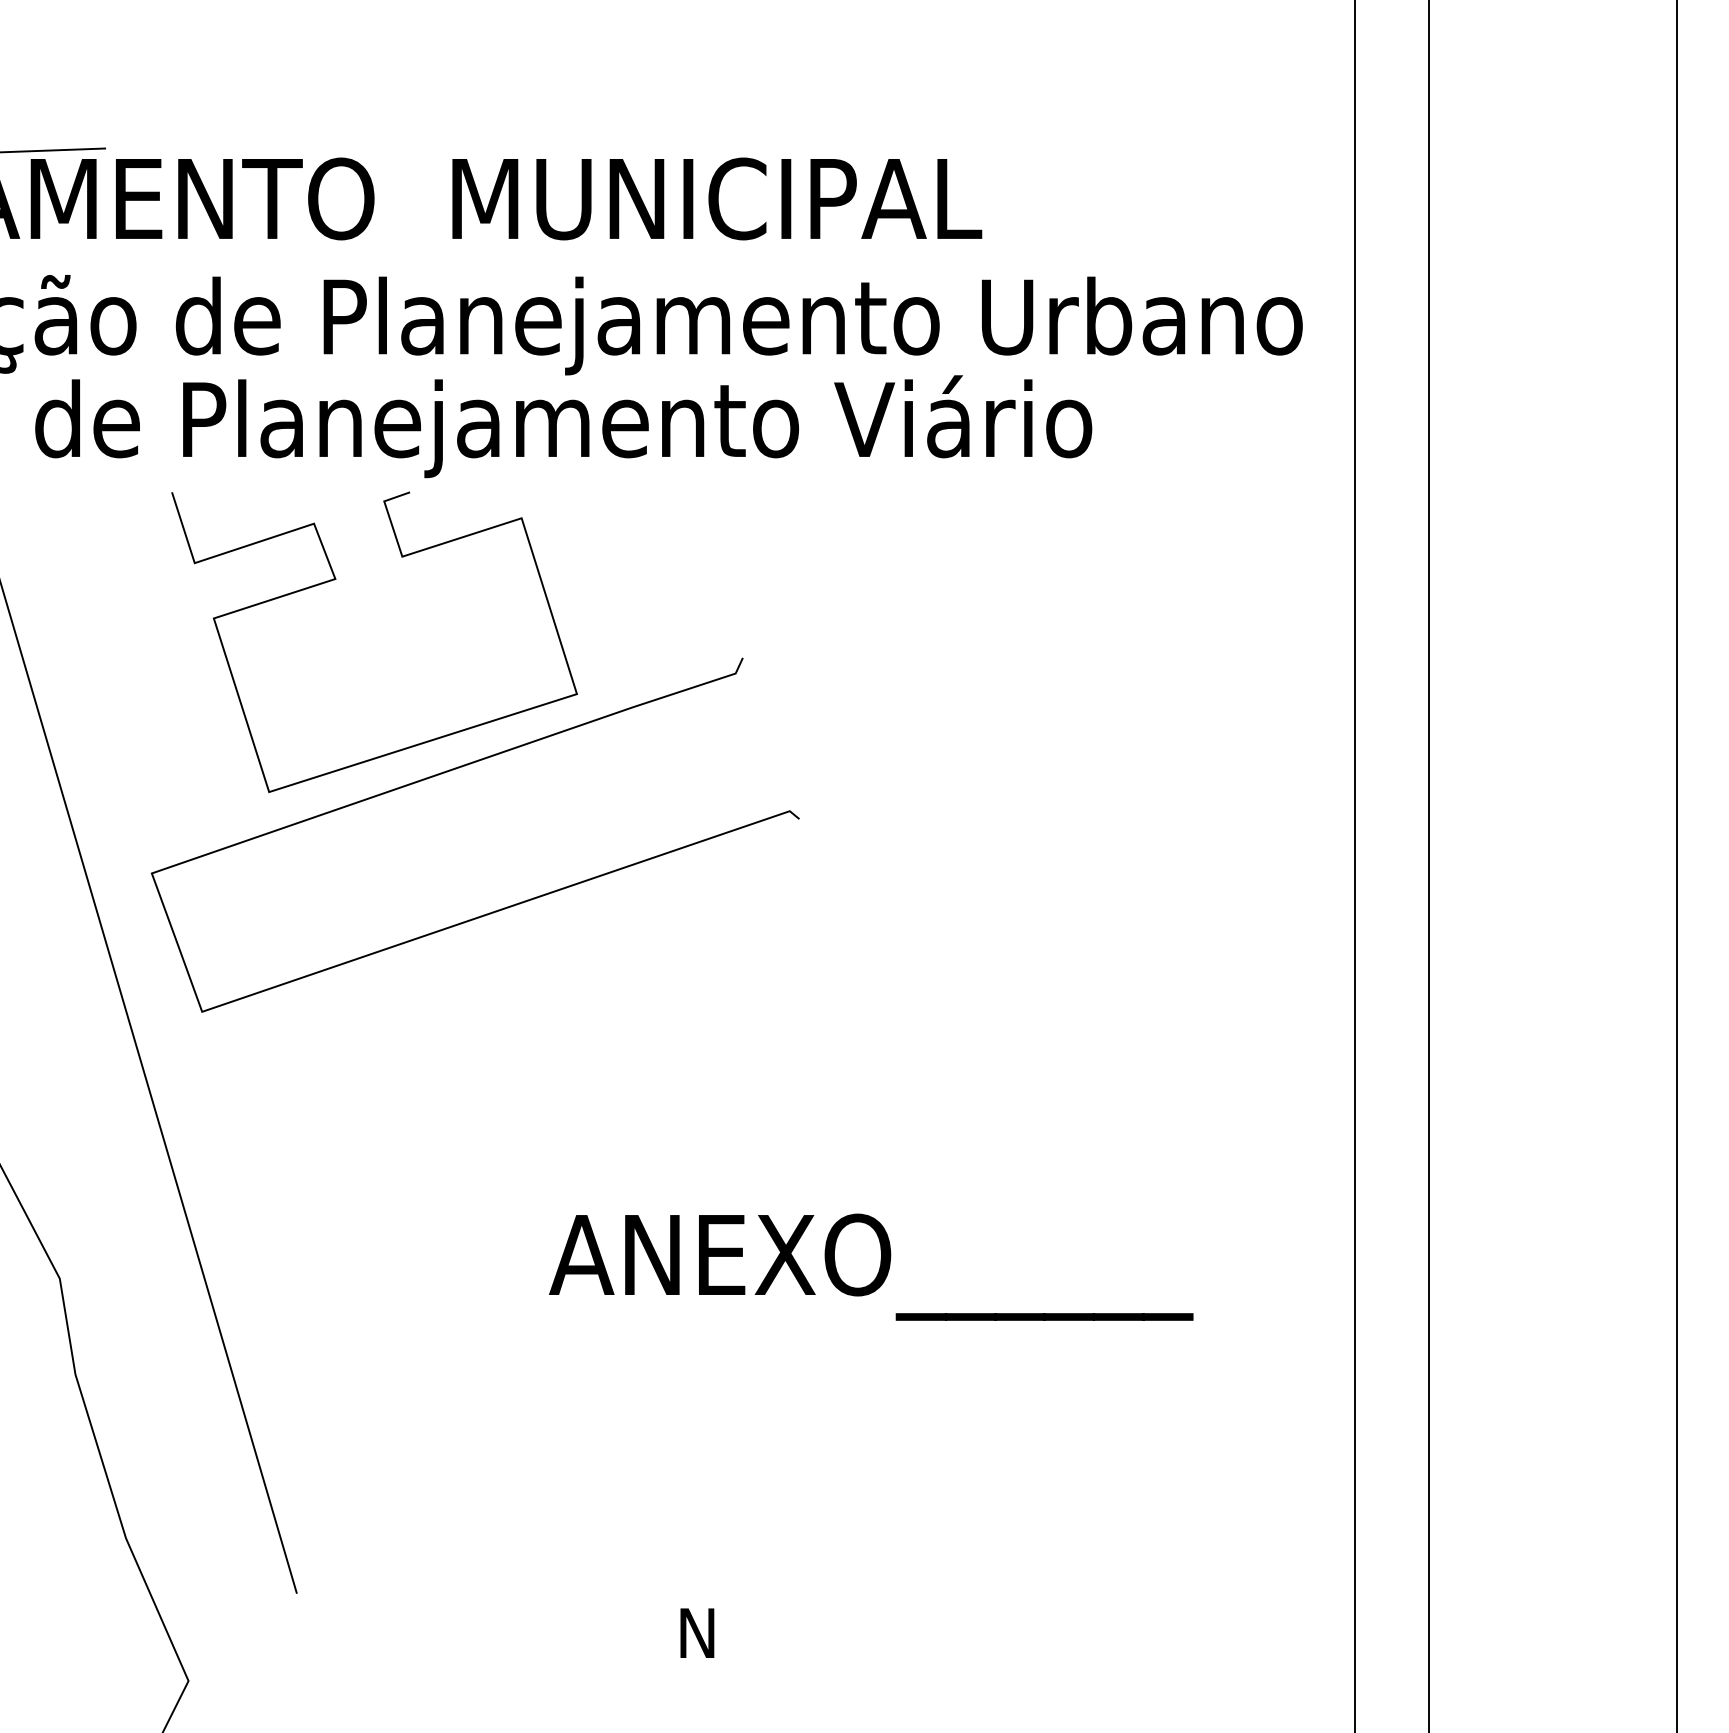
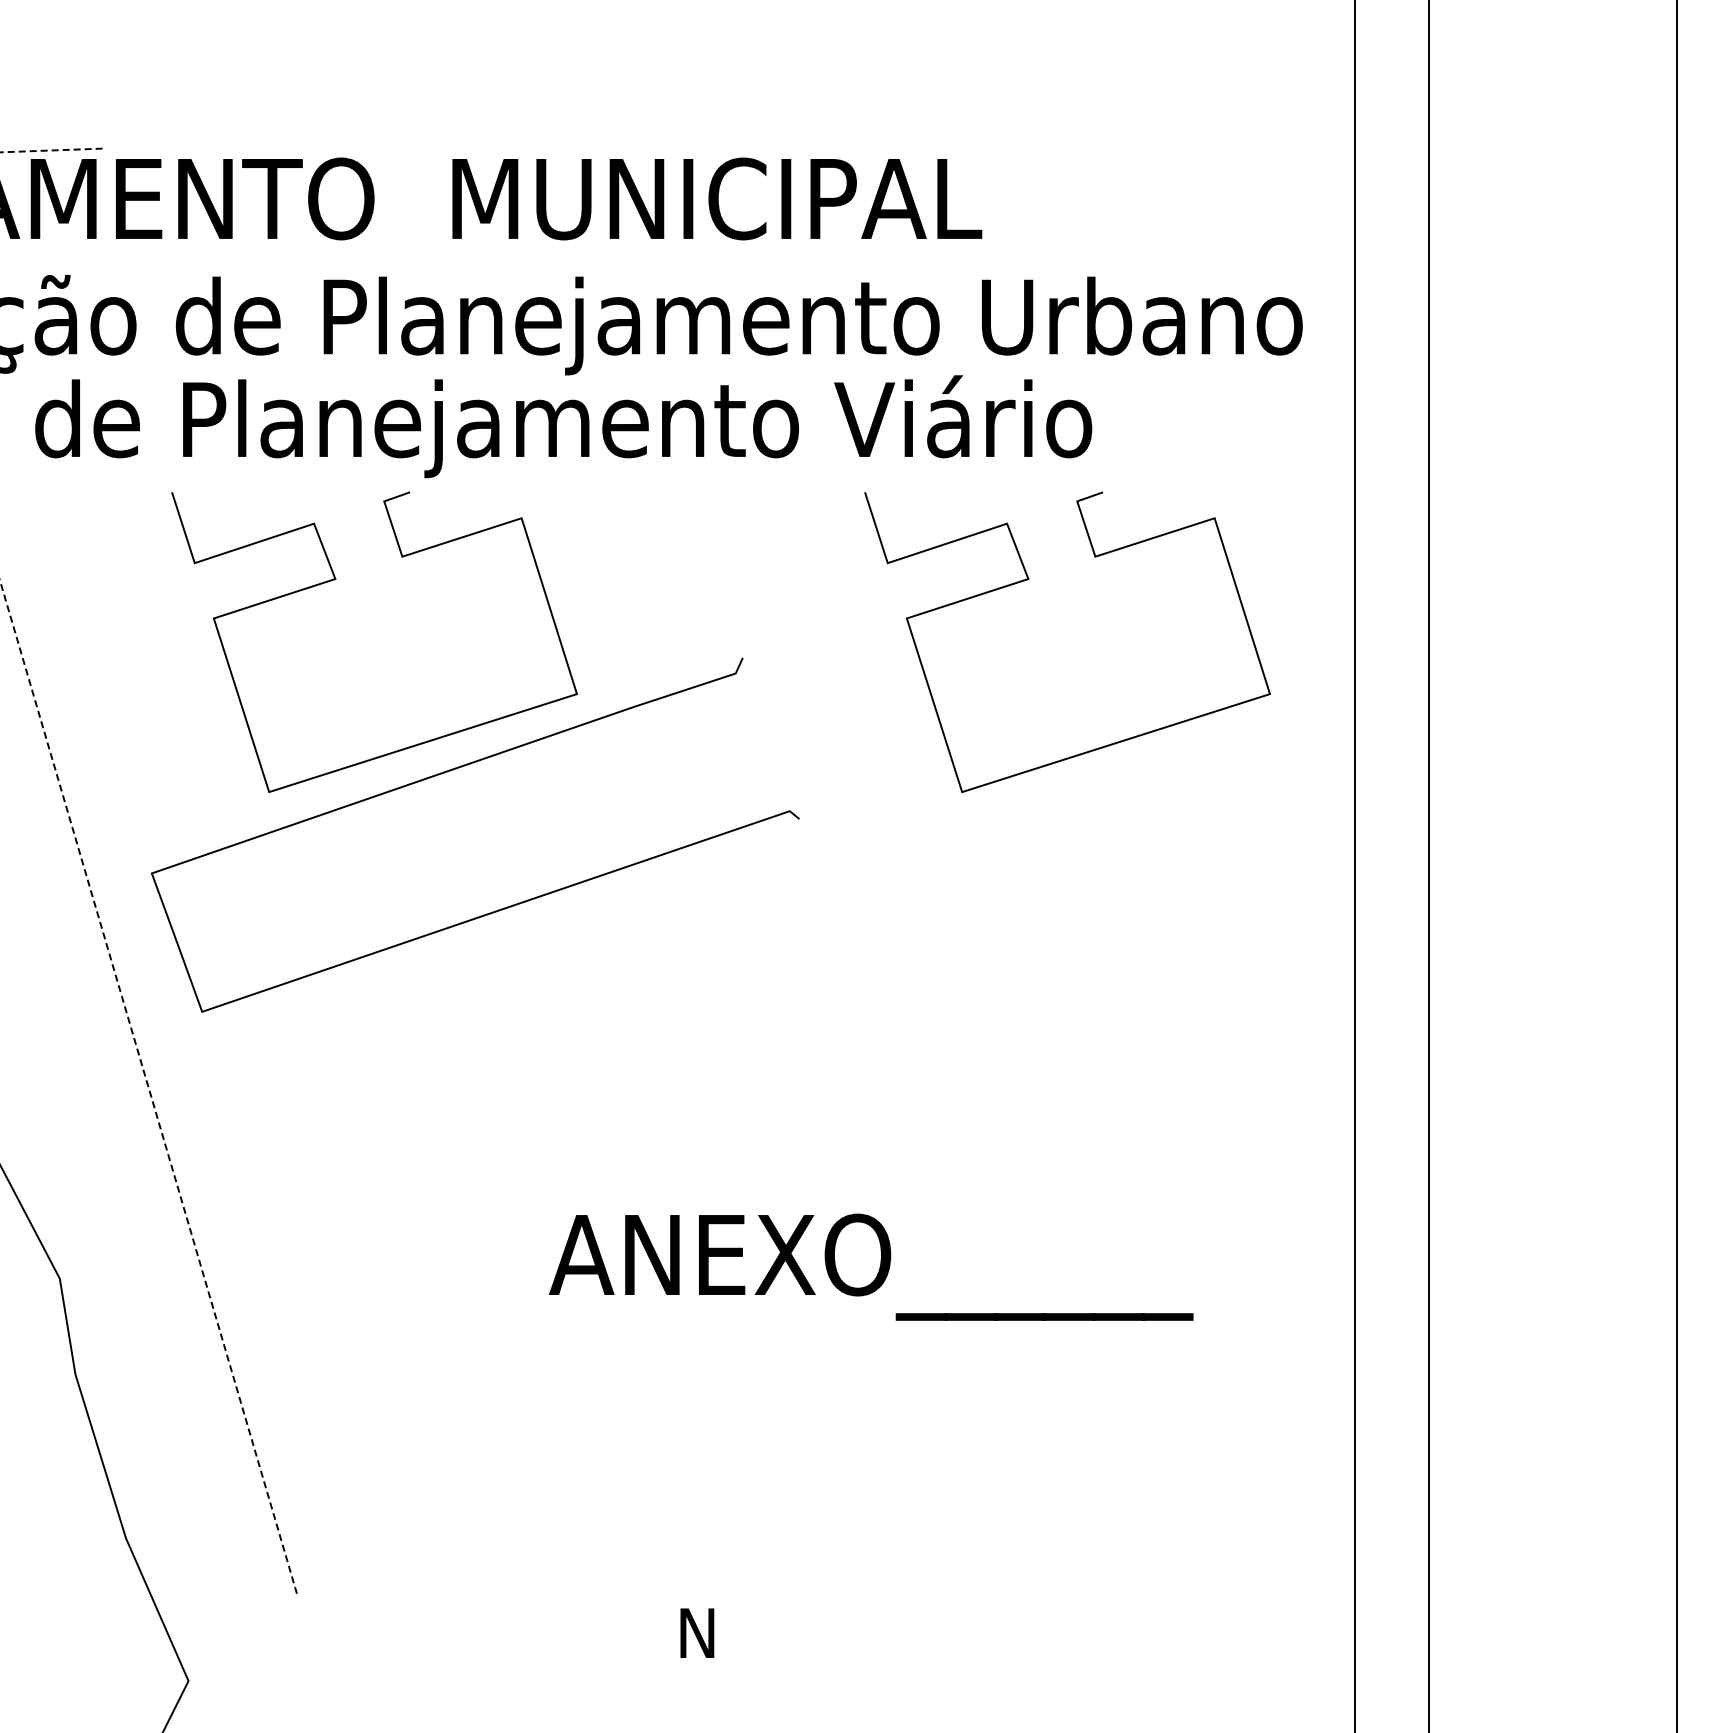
line at (53, 150): solid -> dashed
curve at (1029, 579): none -> present
line at (148, 1087): solid -> dashed
